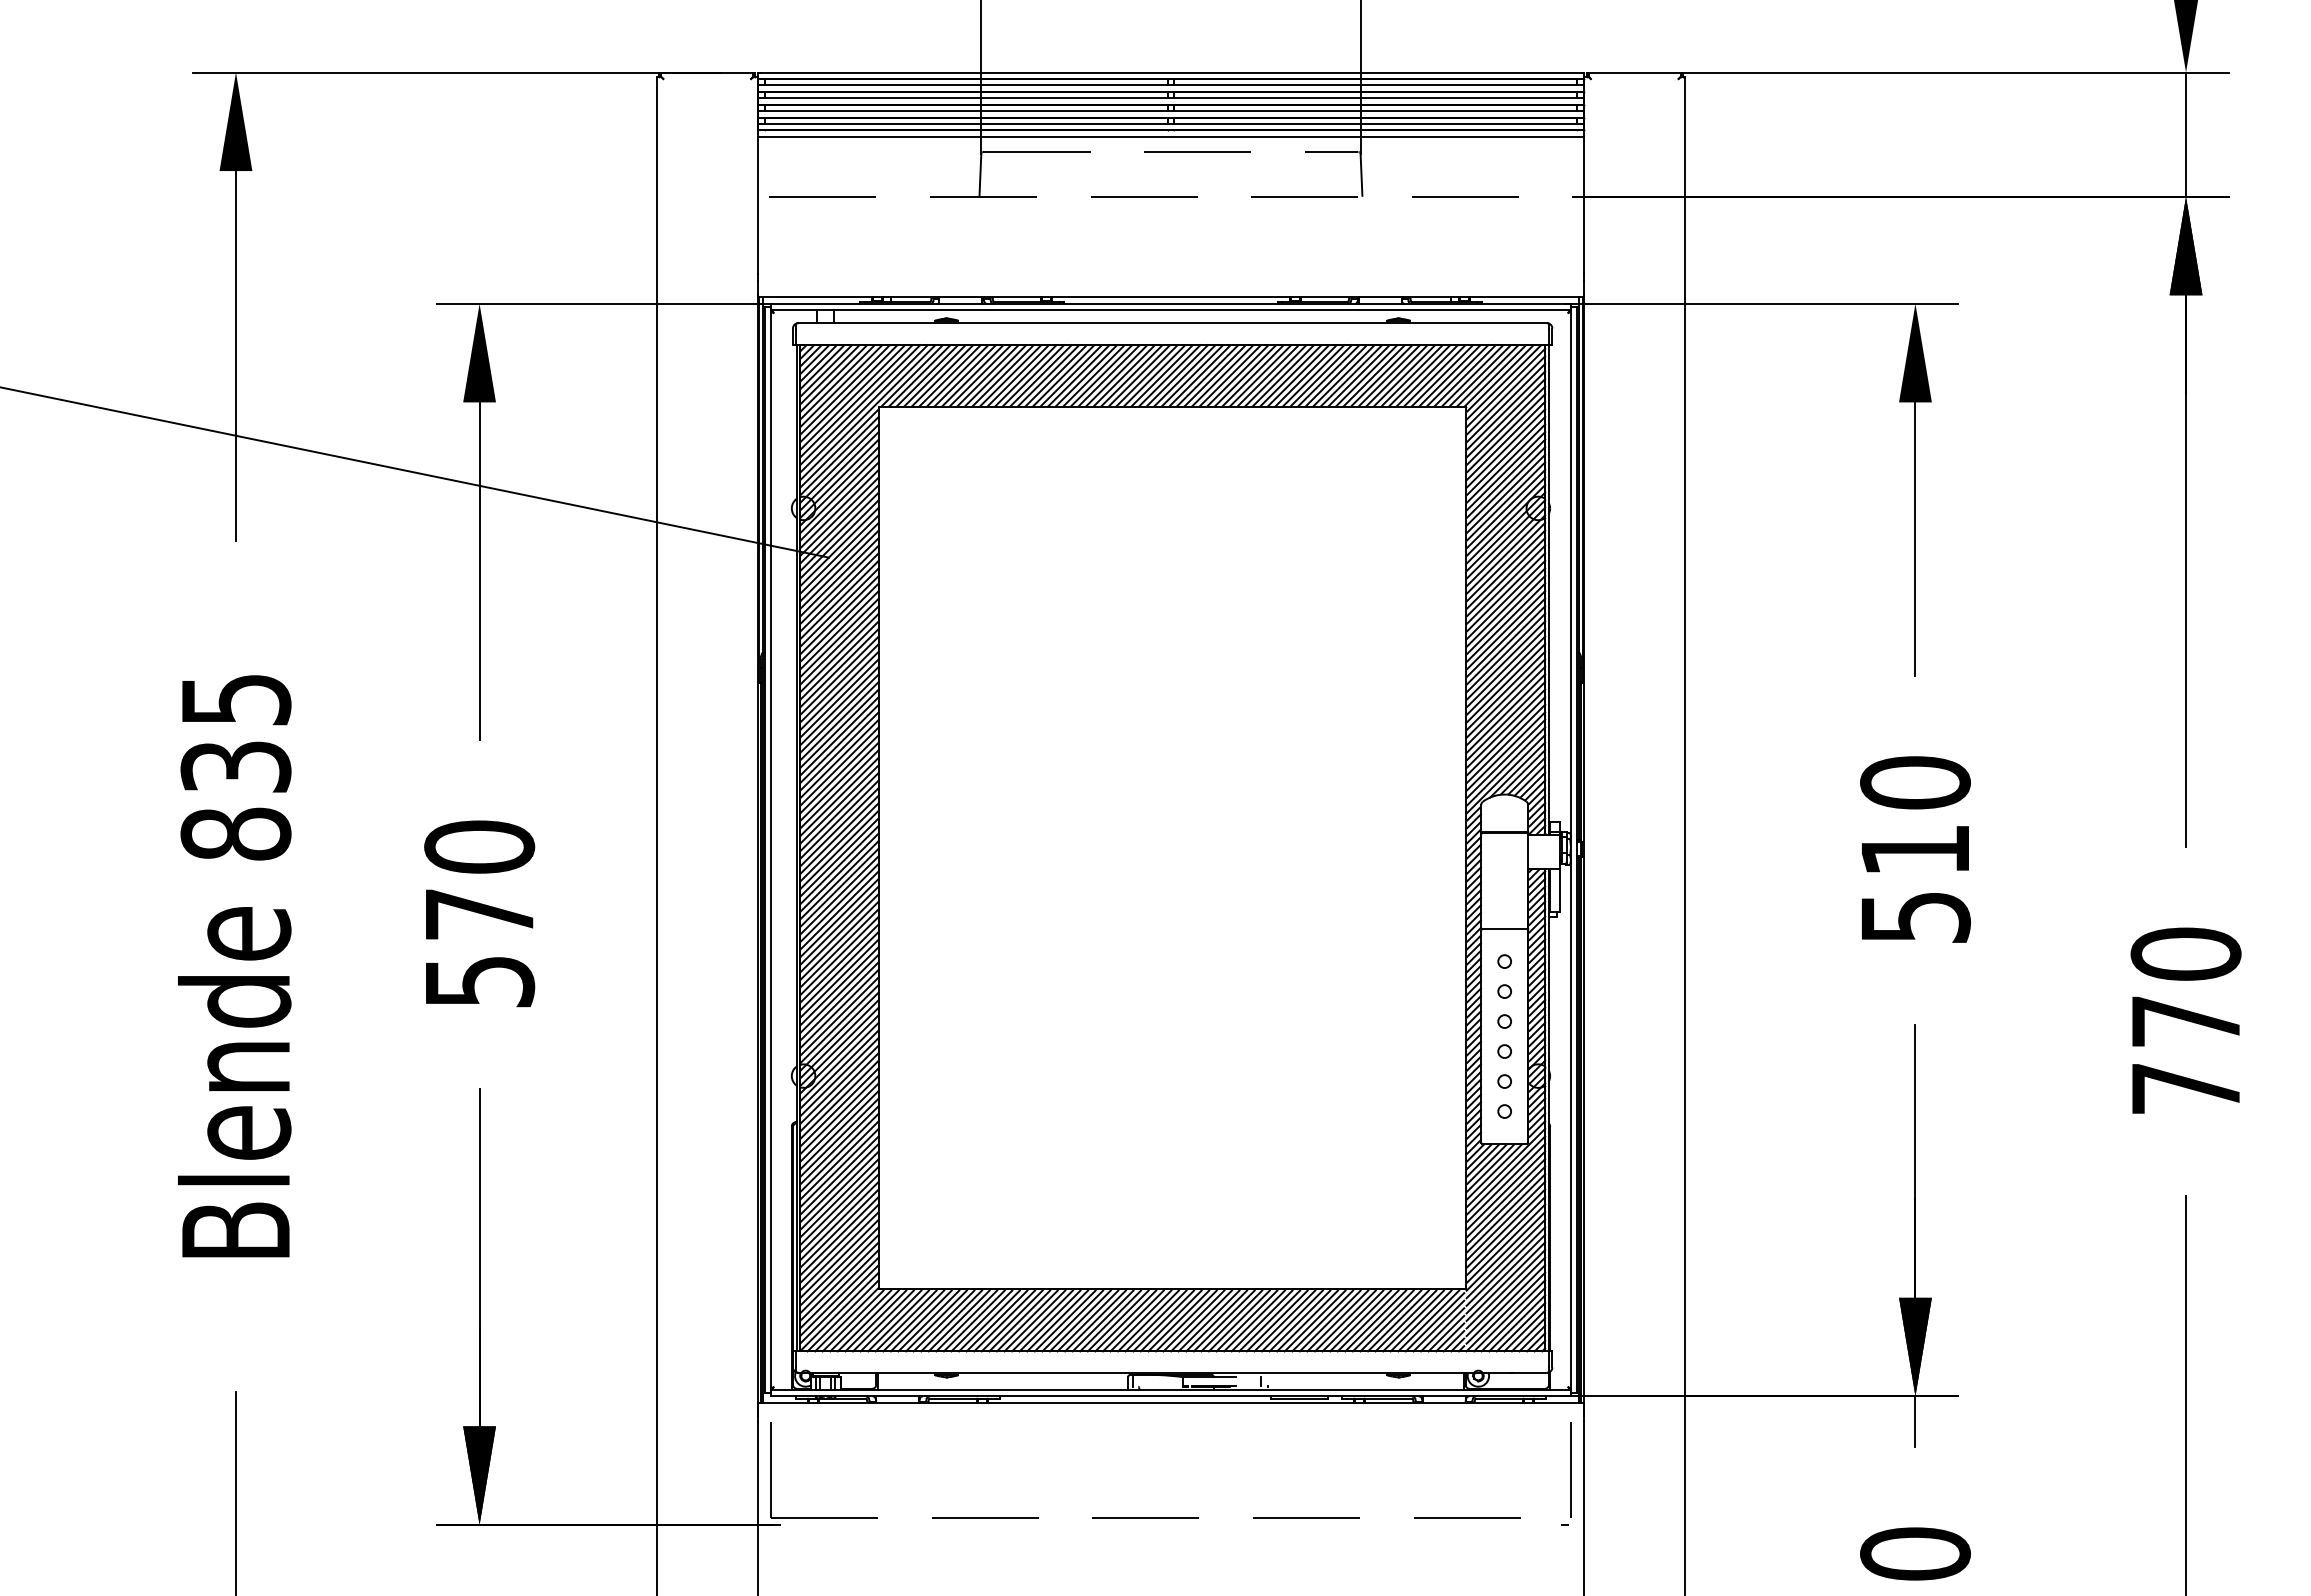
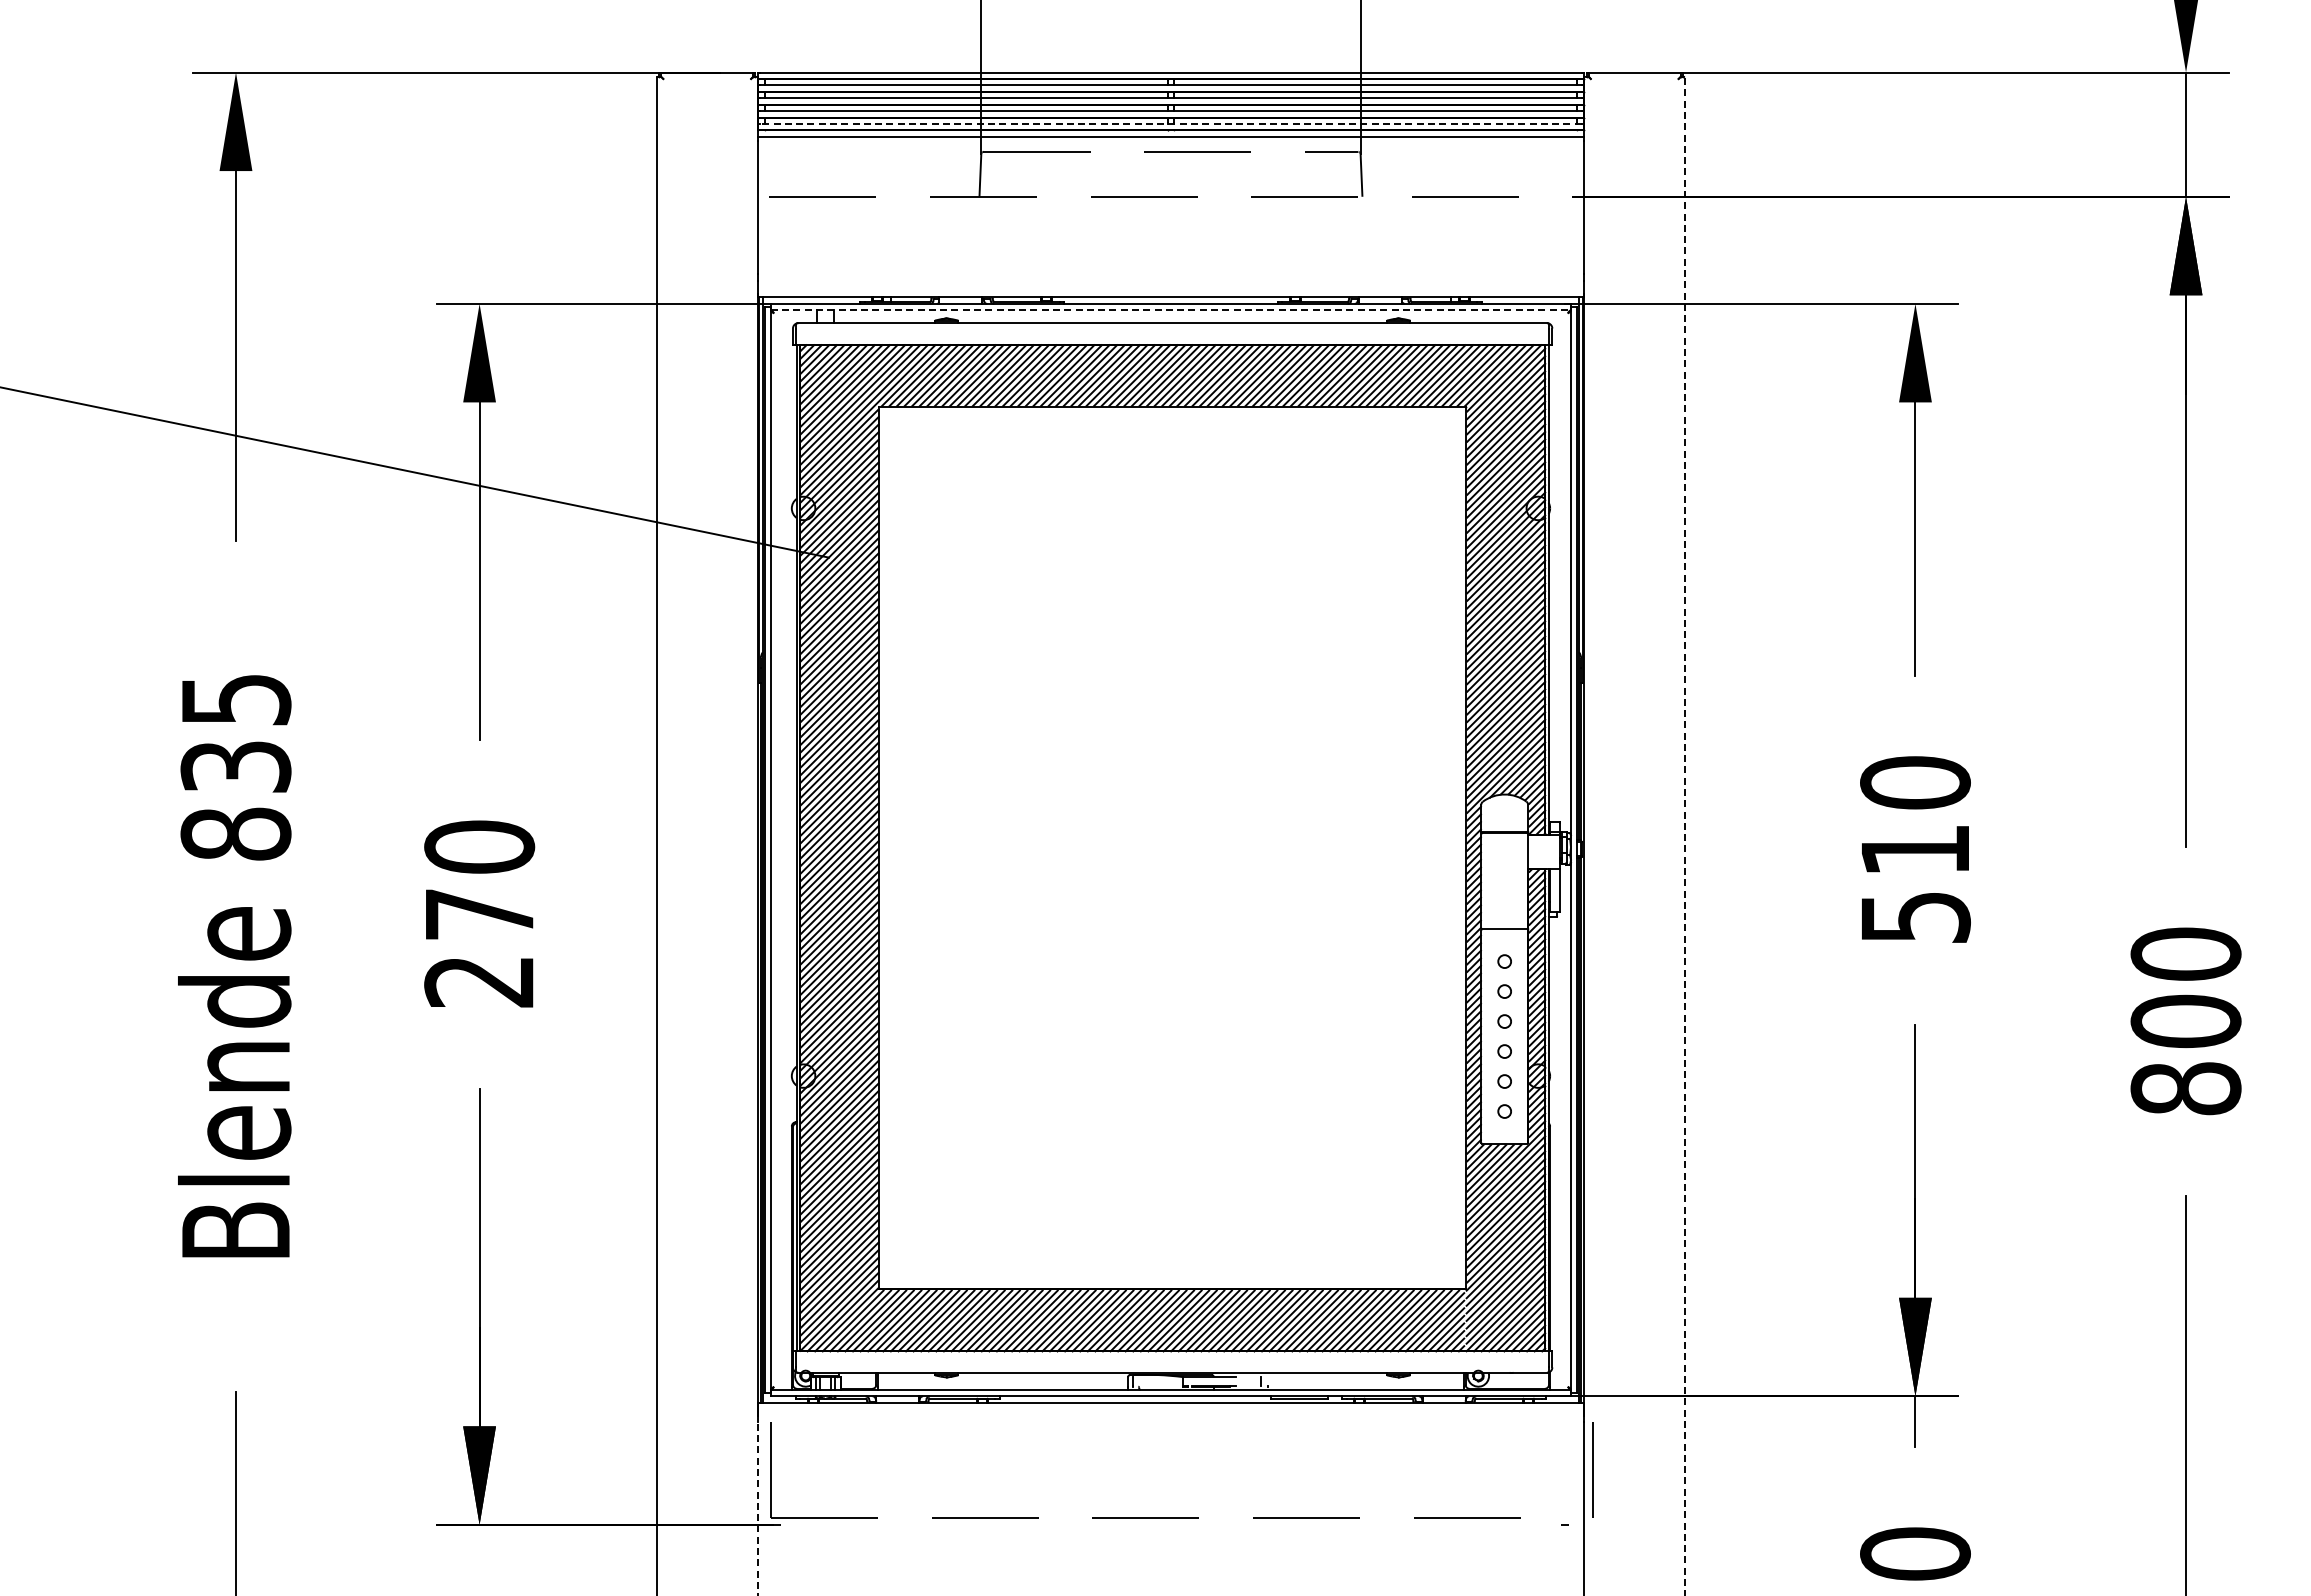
line at (1170, 123): solid -> dashed
line at (1171, 310): solid -> dashed
line at (1685, 835): solid -> dashed
text at (479, 982): 570 -> 270
text at (2185, 1054): 770 -> 800
line at (1570, 1469) position: (1570, 1469) -> (1592, 1469)
line at (757, 1508): solid -> dashed
